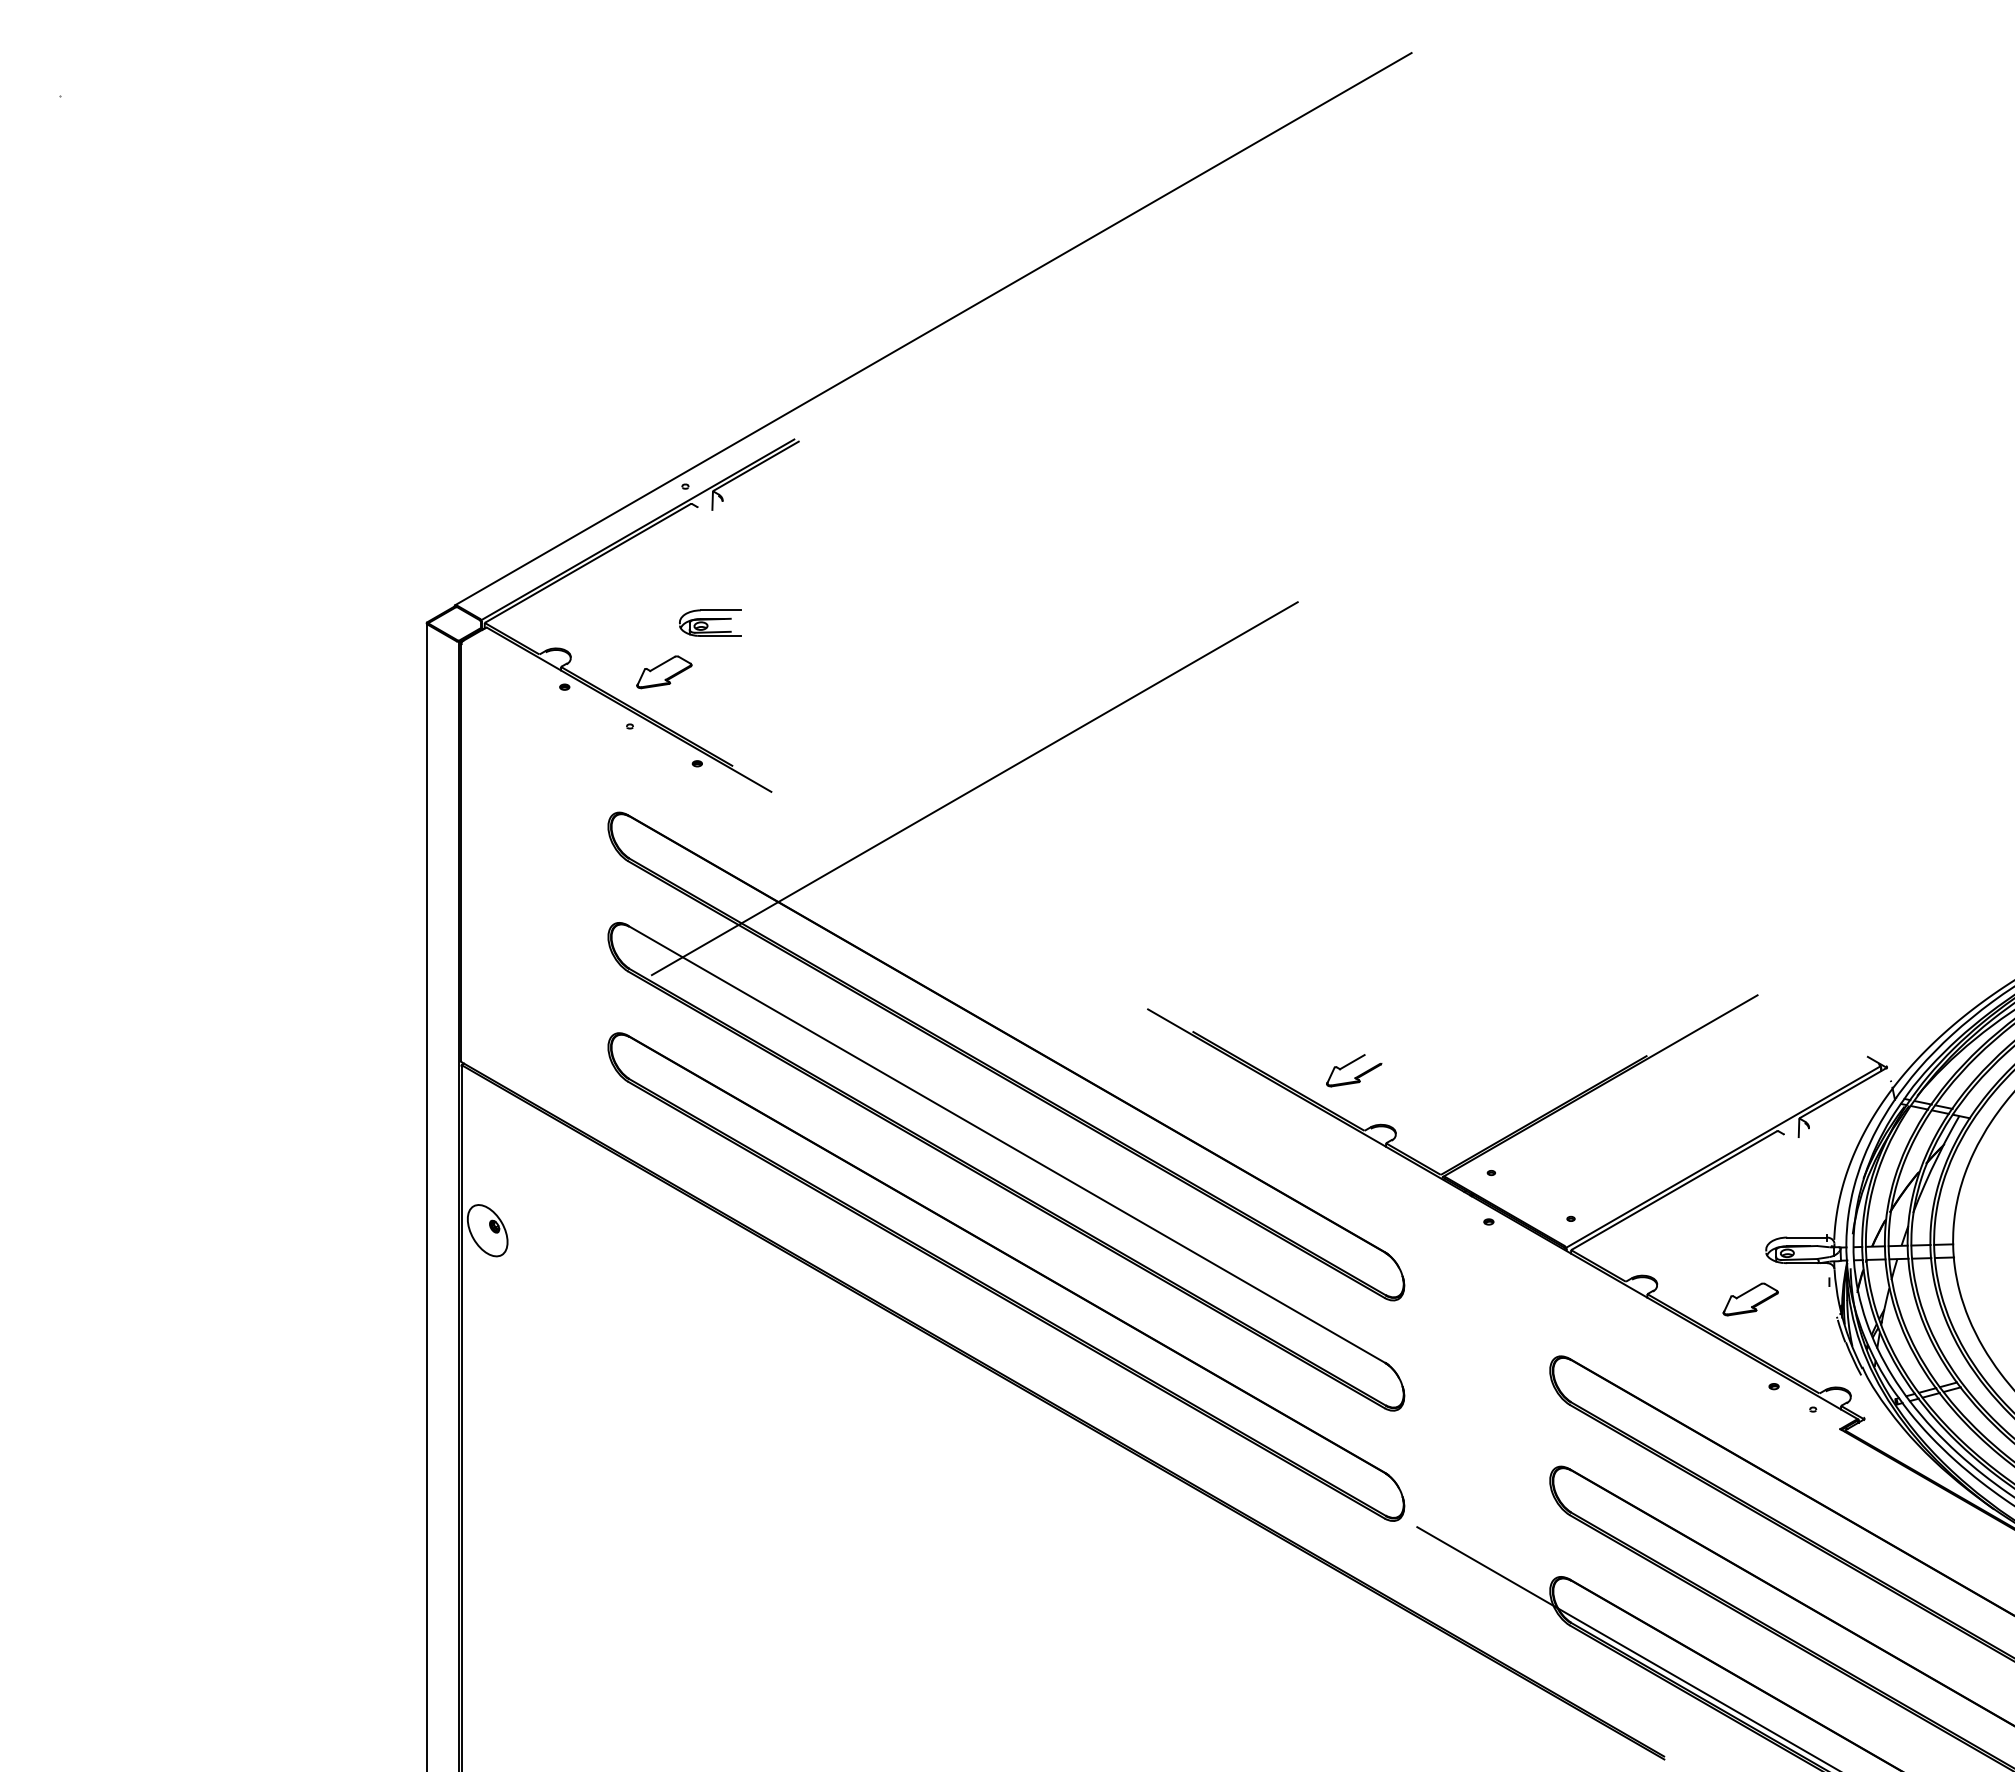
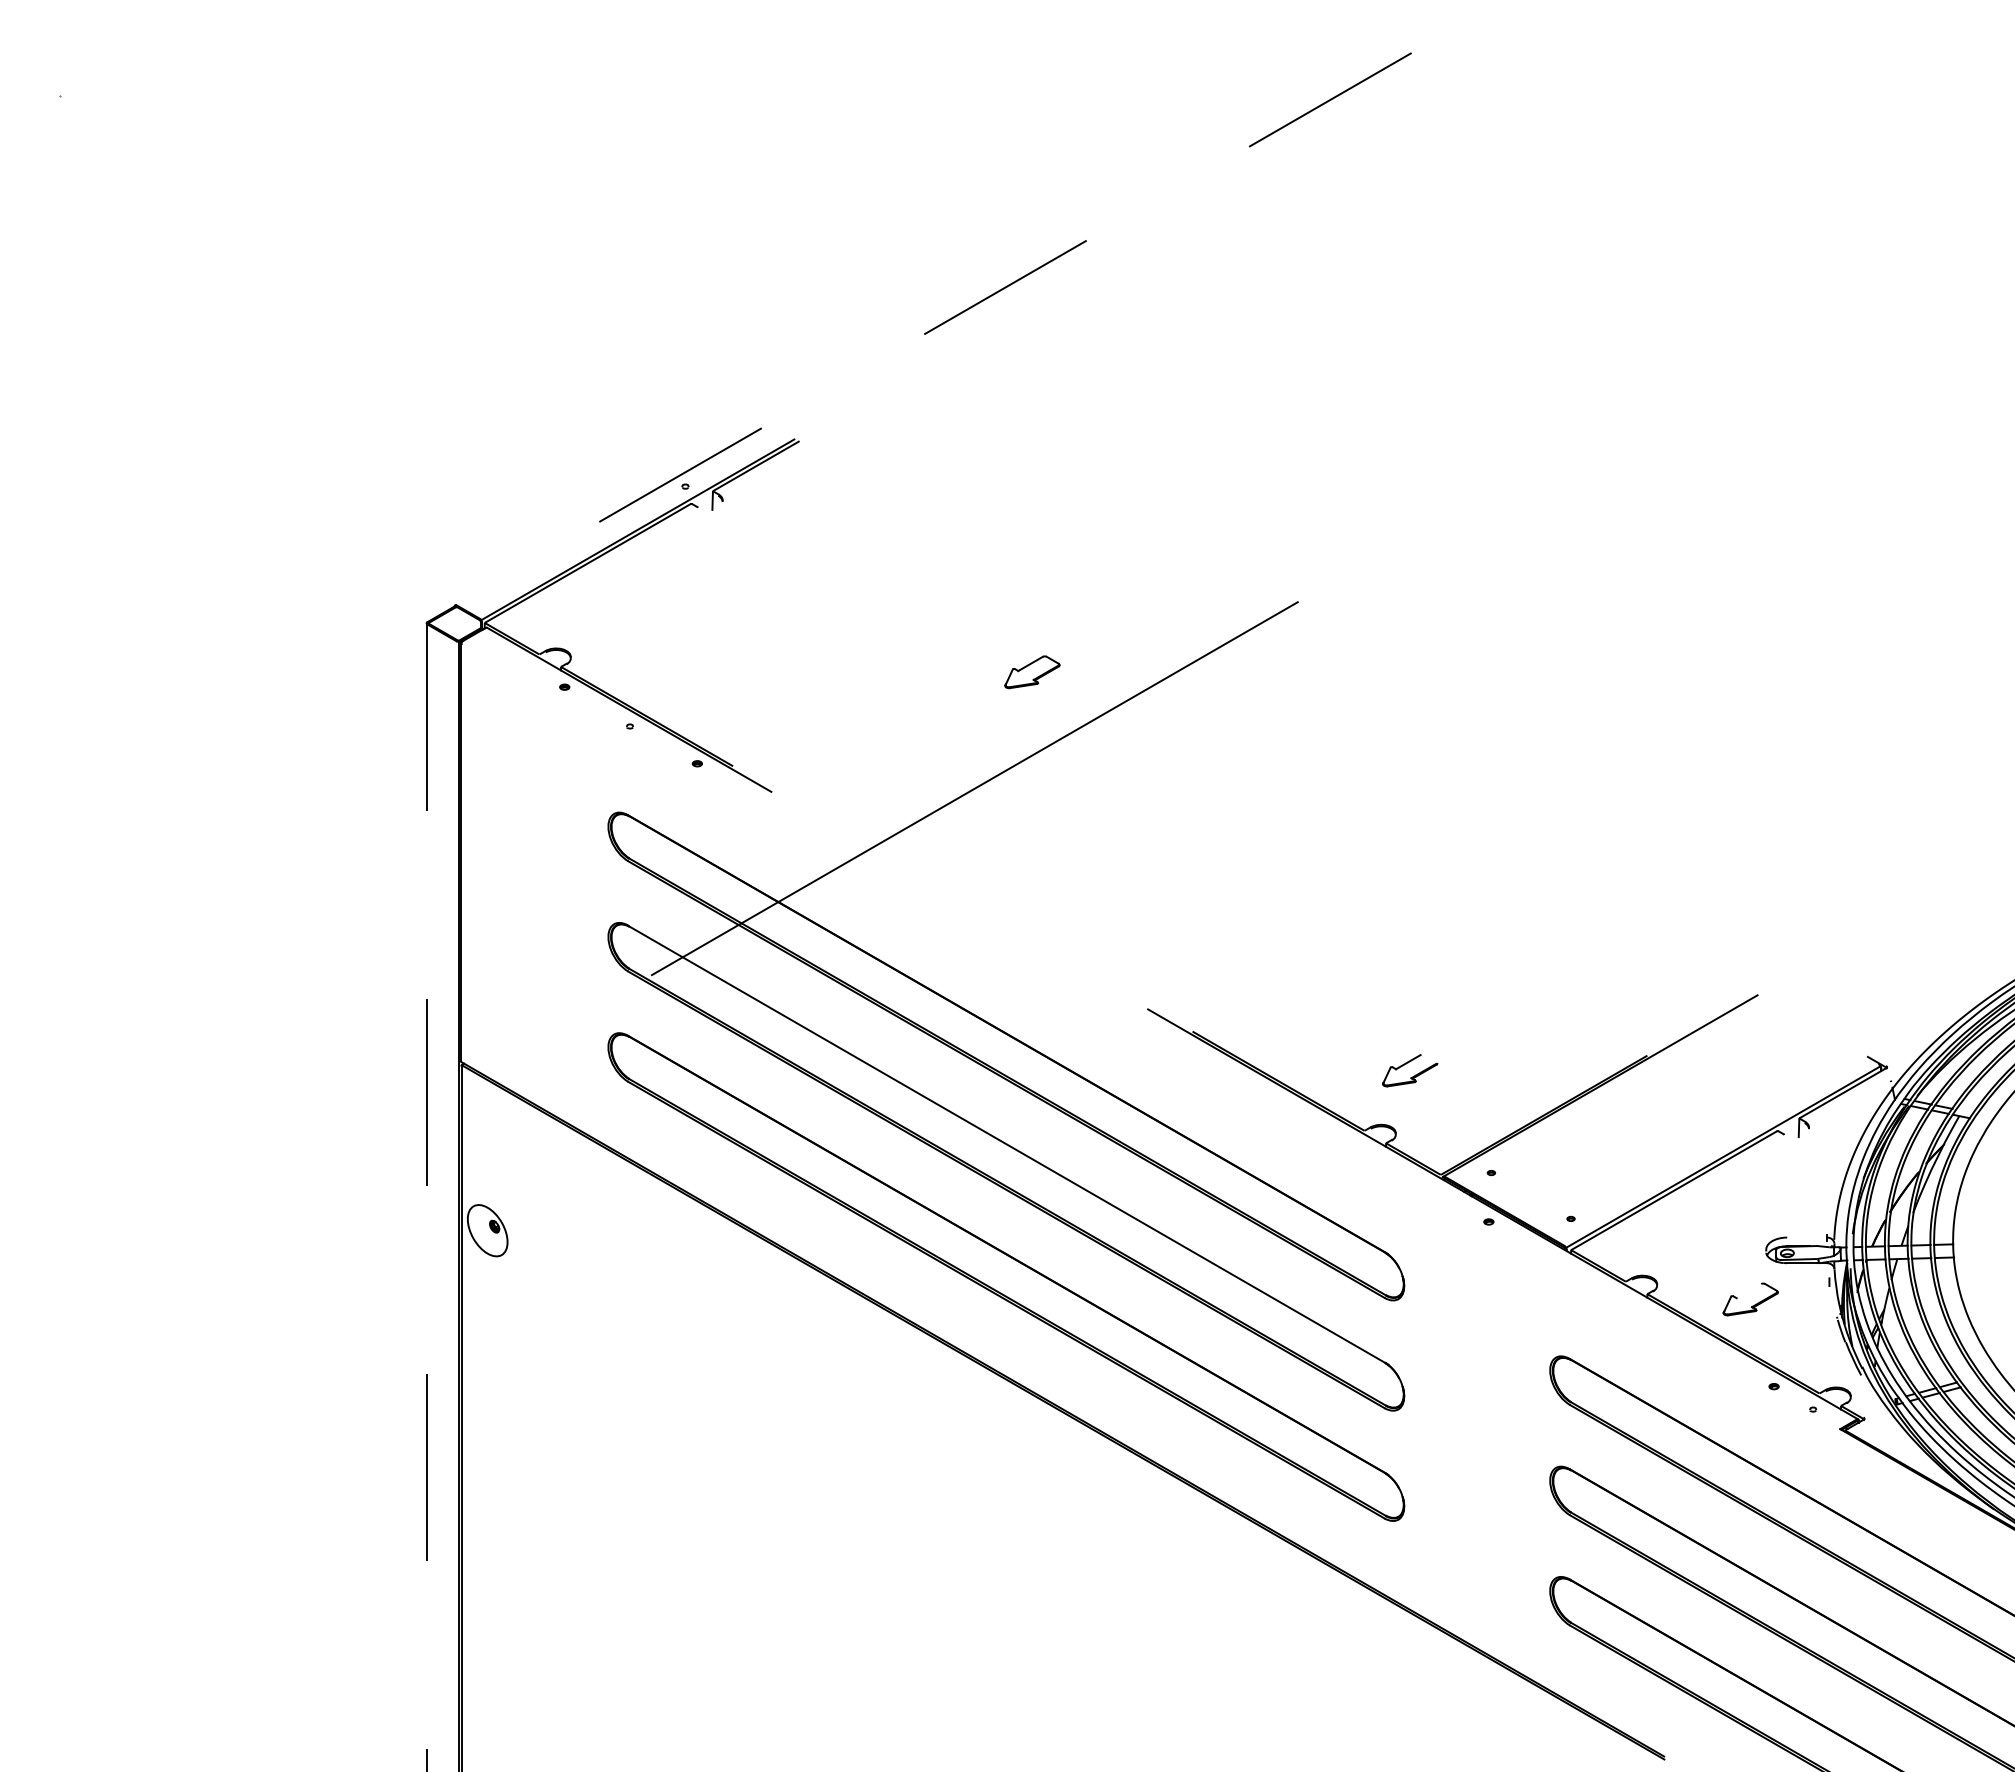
line at (932, 329): solid -> dashed
part at (710, 622): present -> none
part at (664, 672) position: (664, 672) -> (1032, 672)
part at (1354, 1070) position: (1354, 1070) -> (1410, 1070)
line at (426, 1197): solid -> dashed
line at (1807, 1237): present -> none
line at (1748, 1291): present -> none
line at (1626, 1647): present -> none
